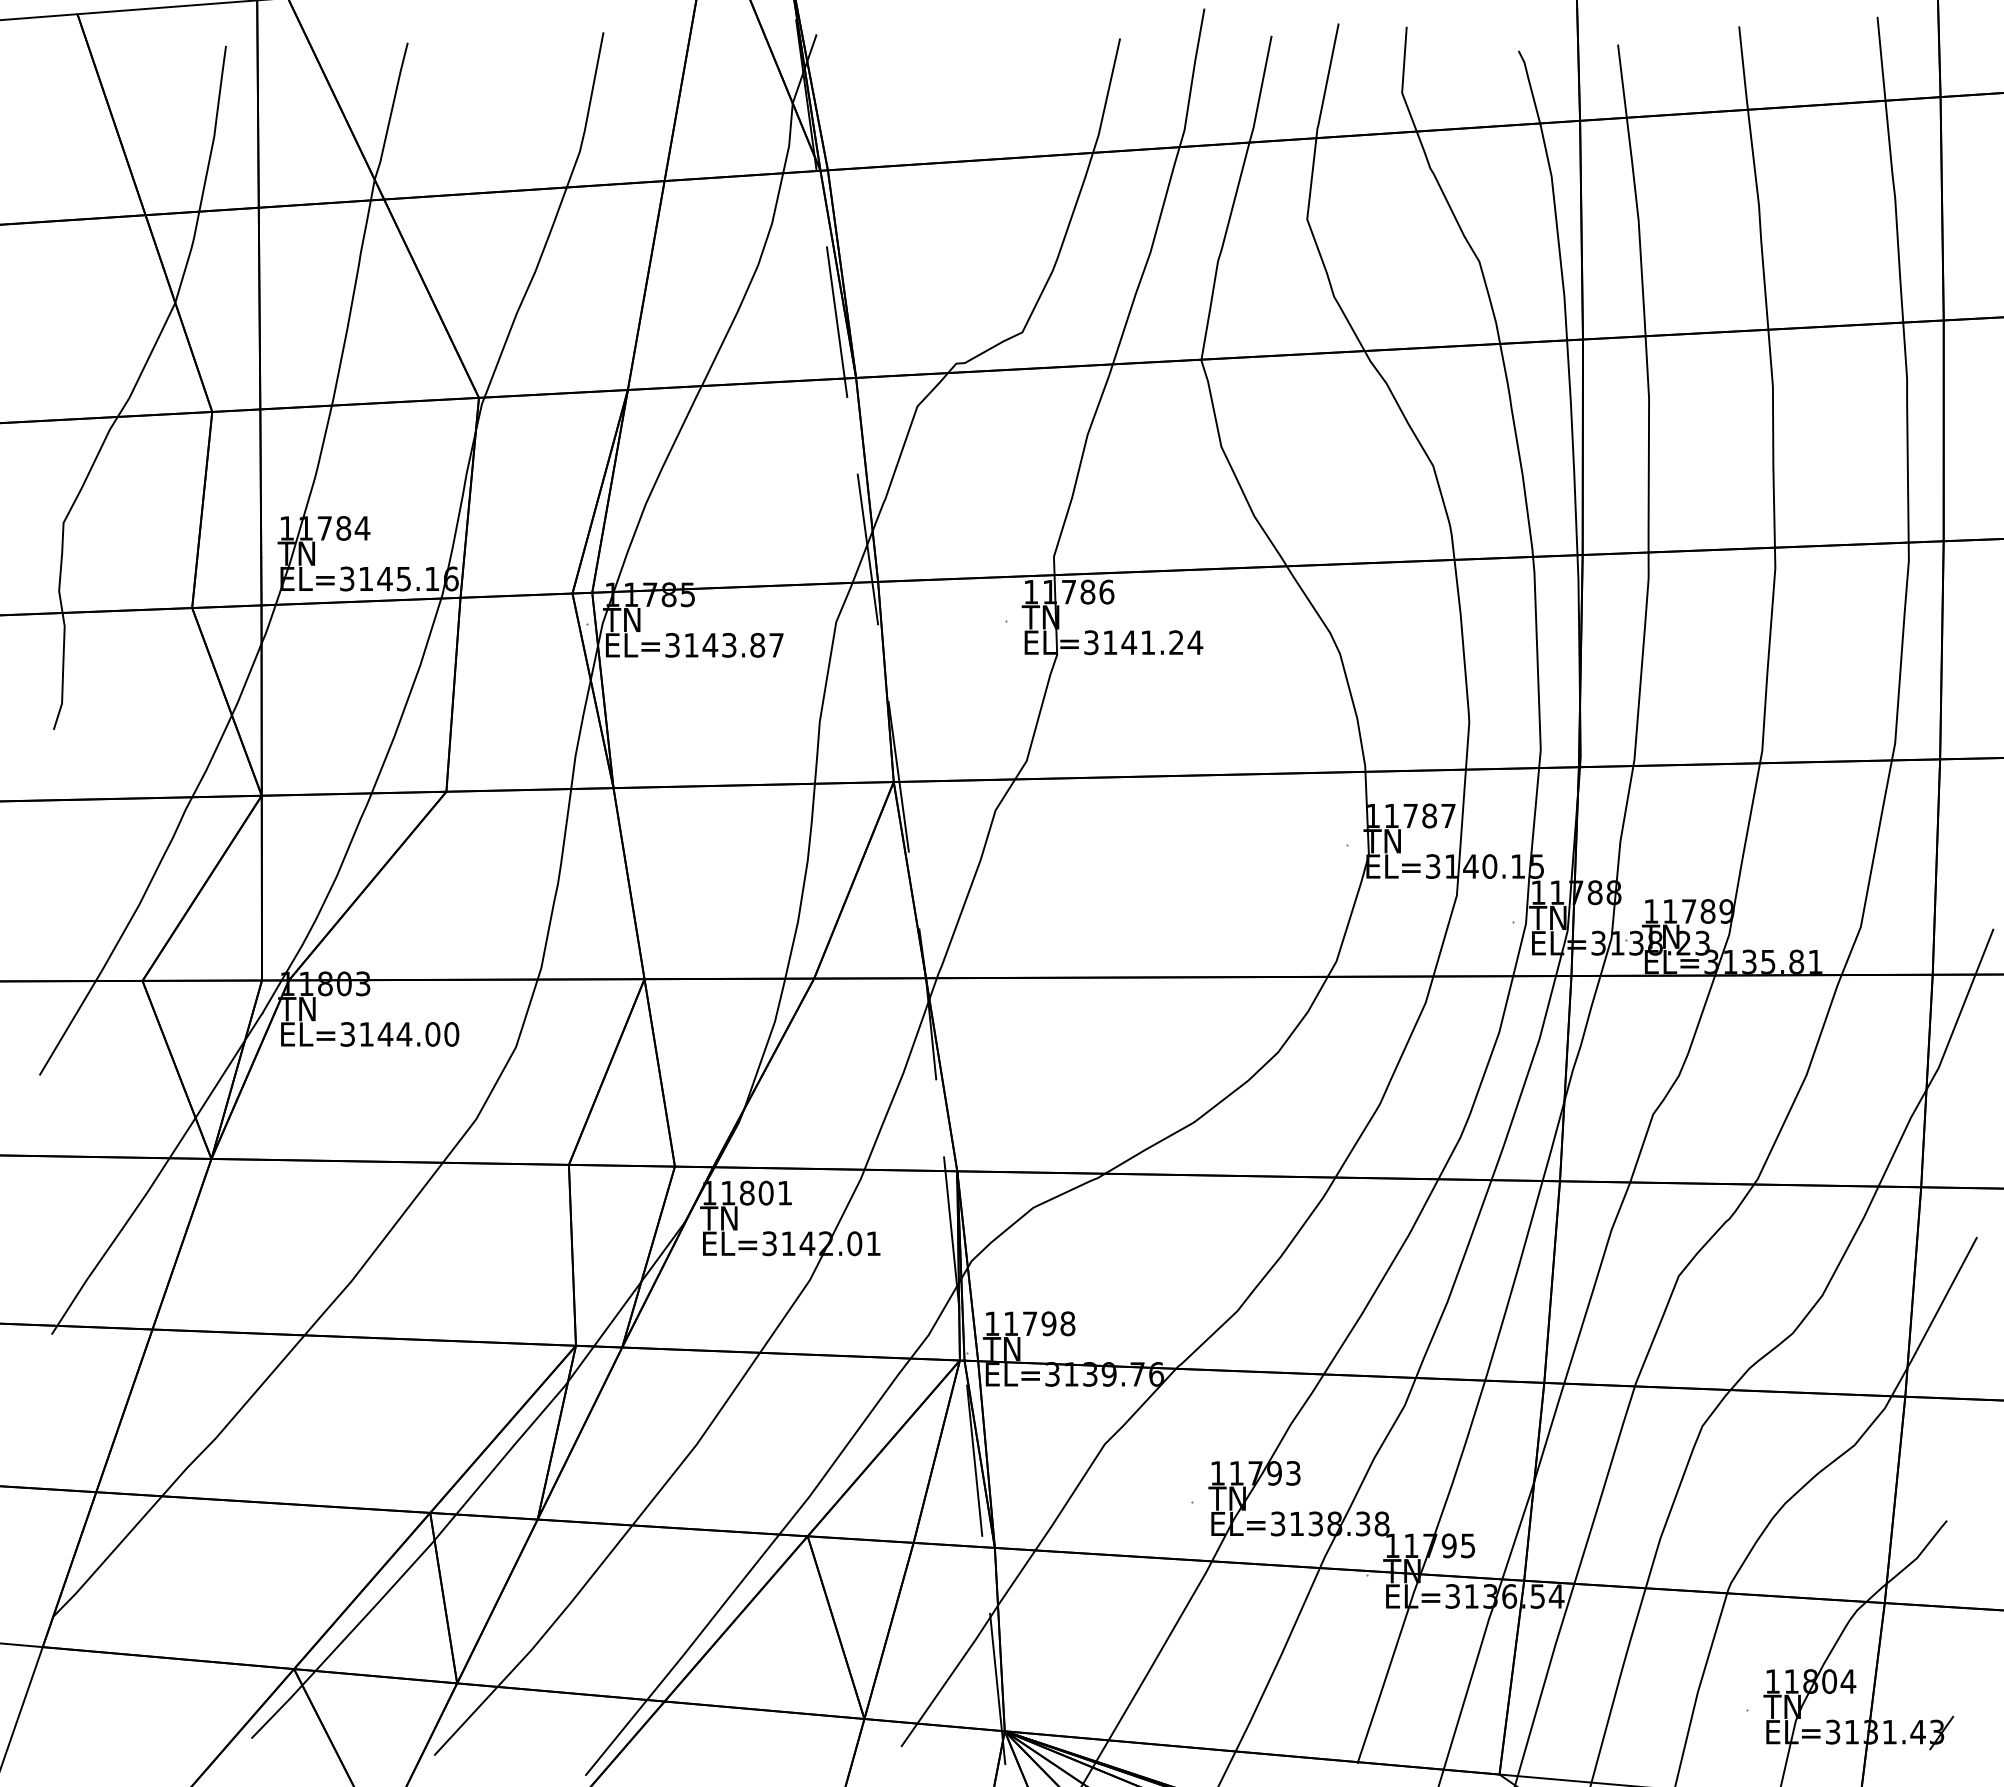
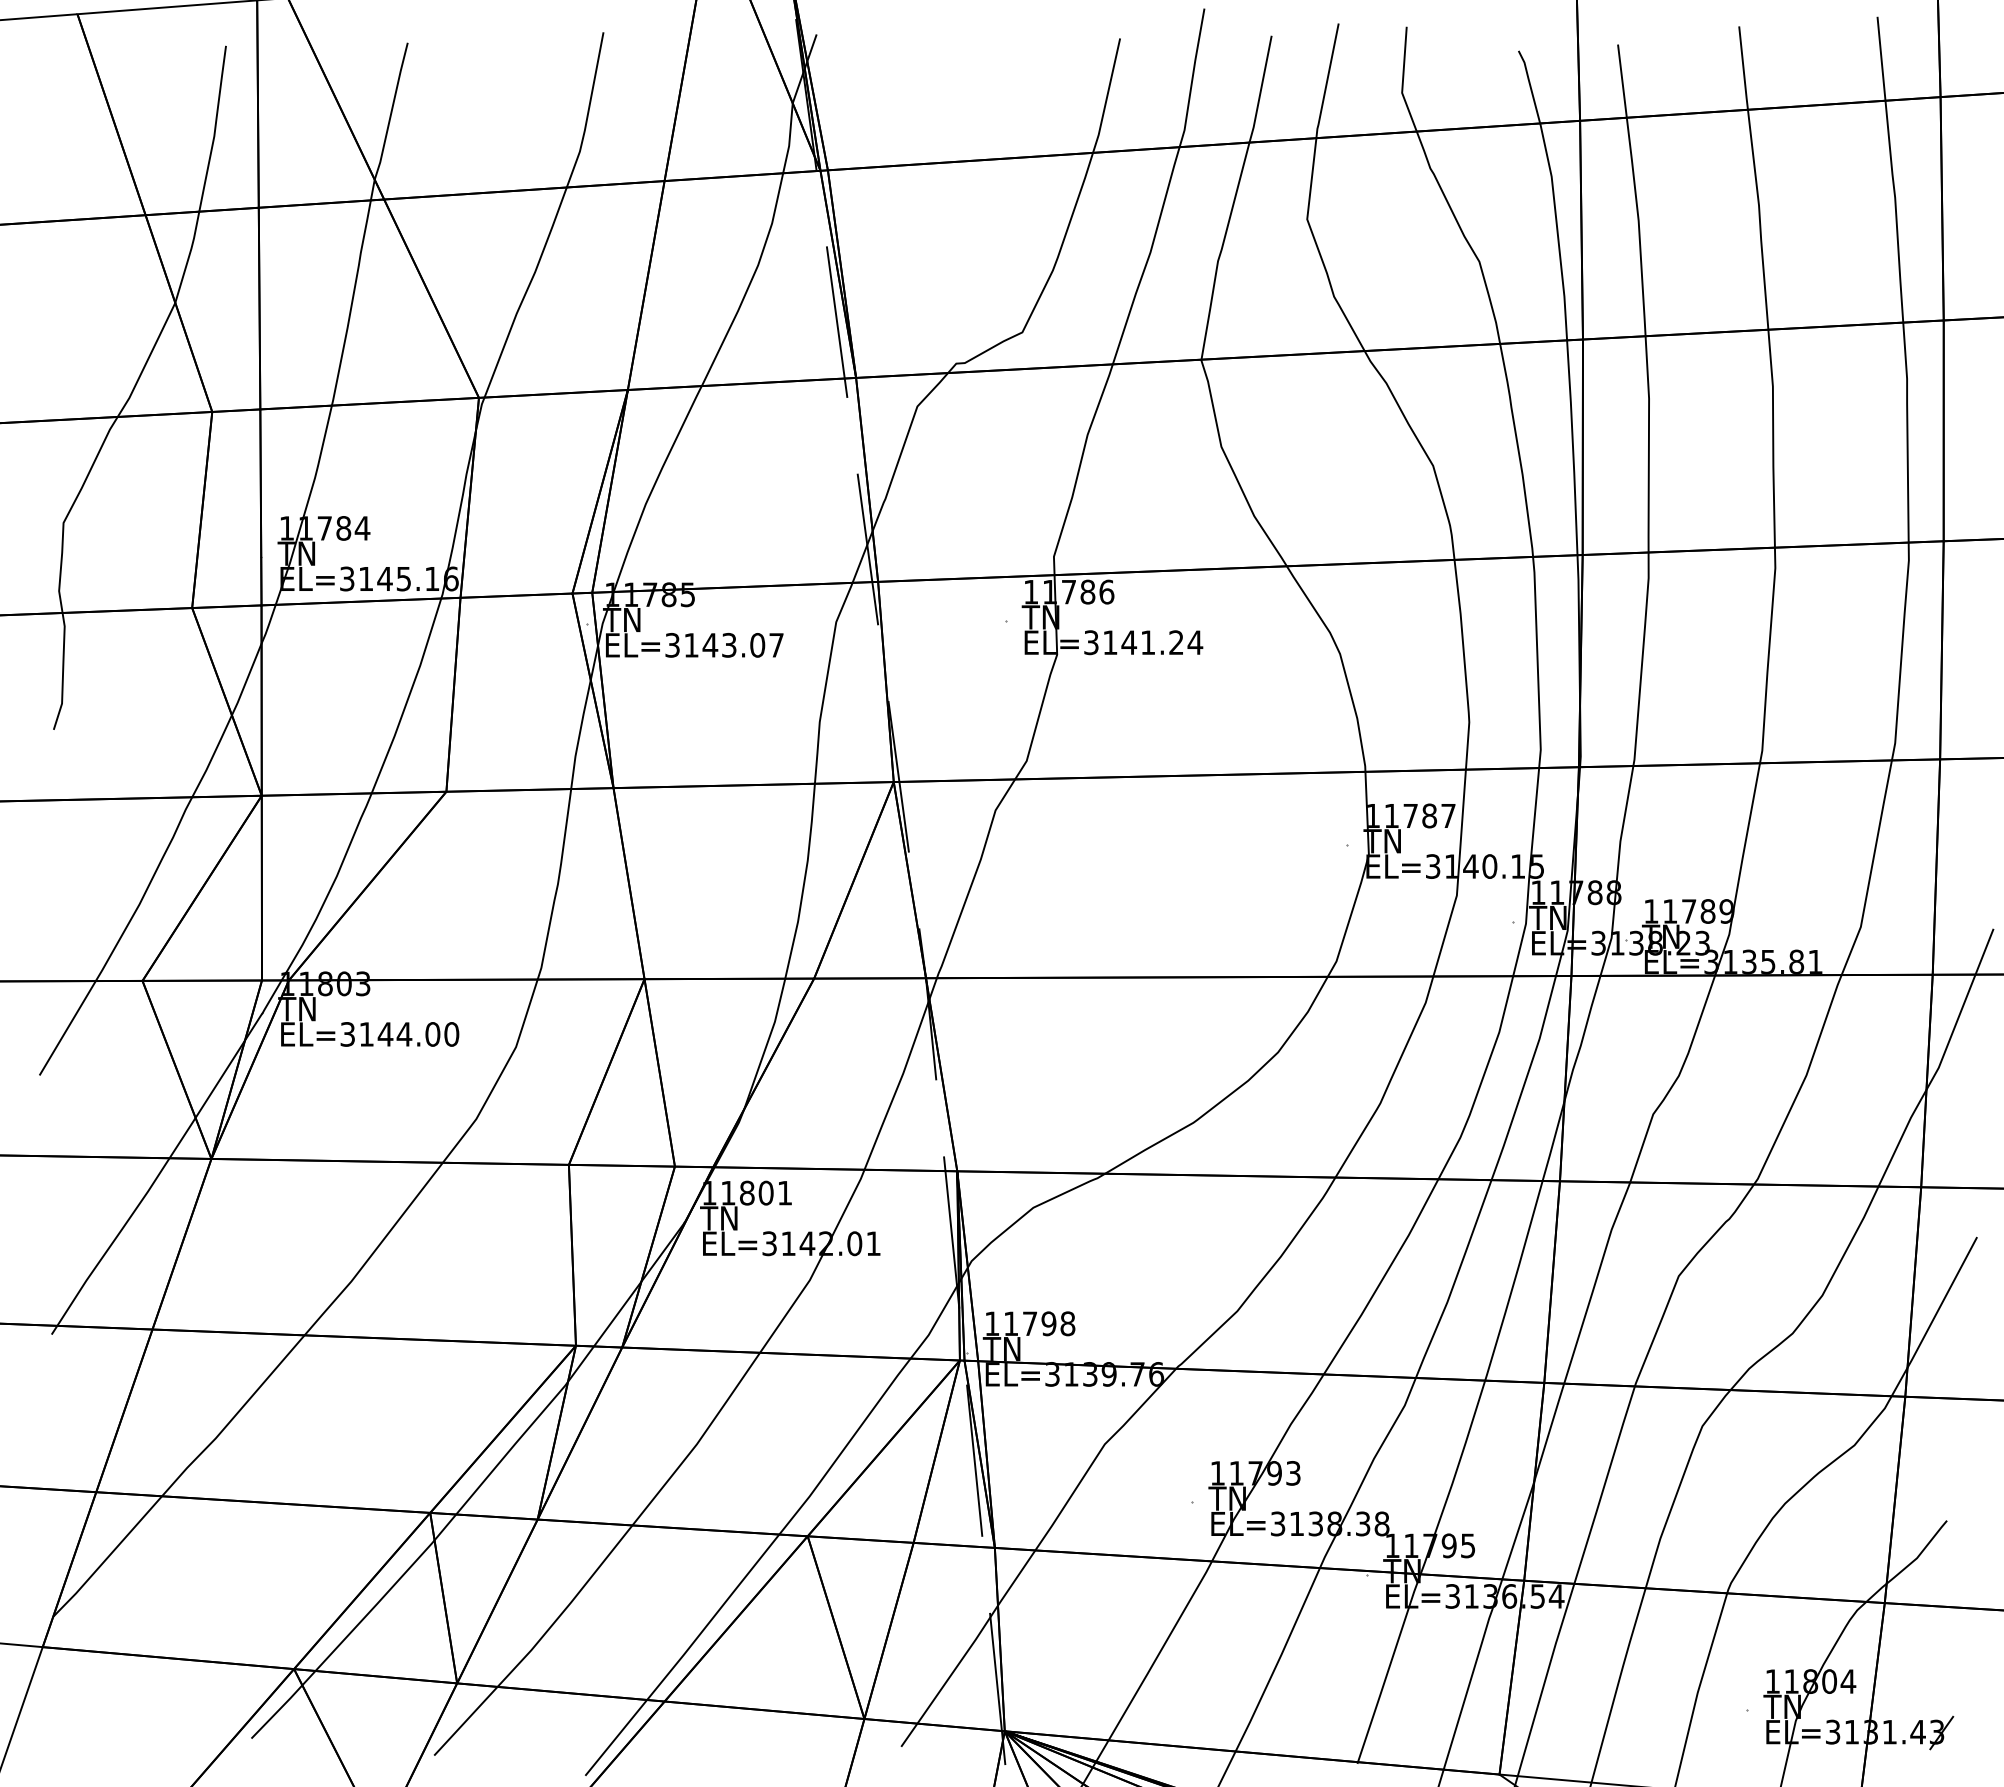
text at (757, 645): EL=3143.87 -> EL=3143.07
